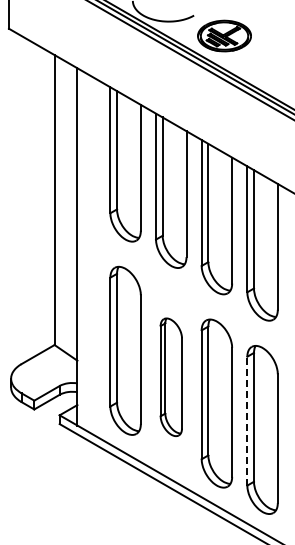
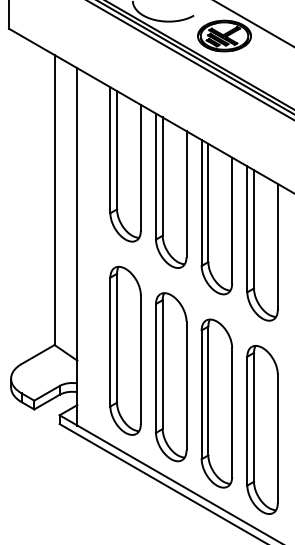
line at (253, 23): none -> present
part at (170, 376) size: 24x120 px -> 33x171 px
line at (247, 420): dashed -> solid
